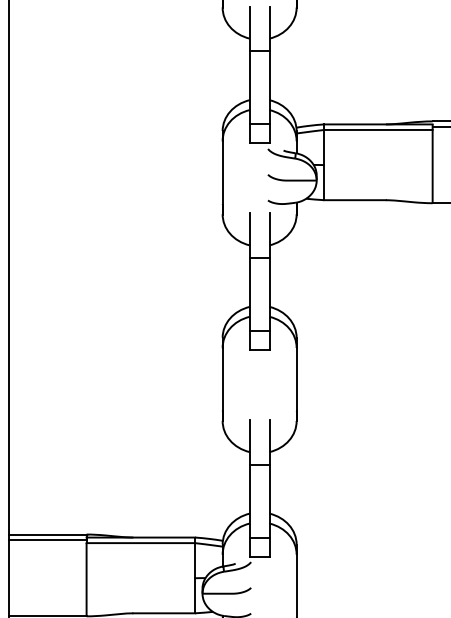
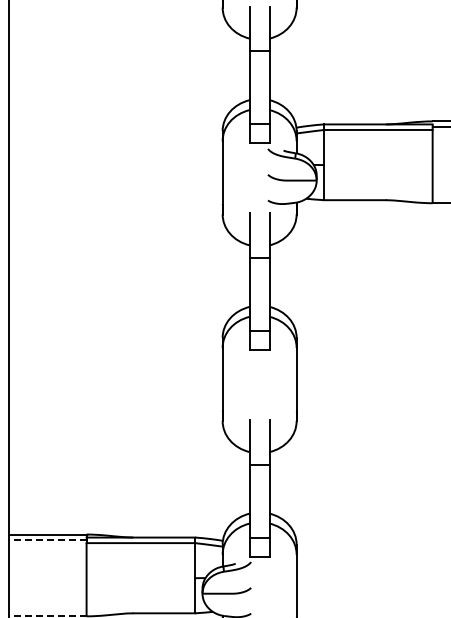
line at (47, 540): solid -> dashed
line at (47, 616): solid -> dashed
